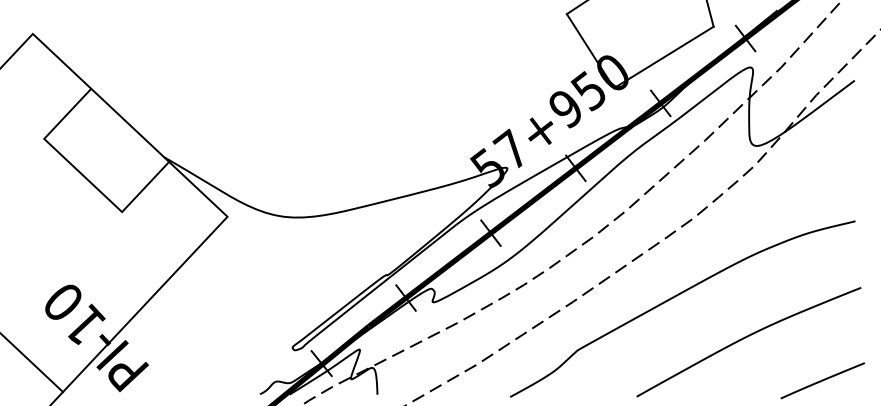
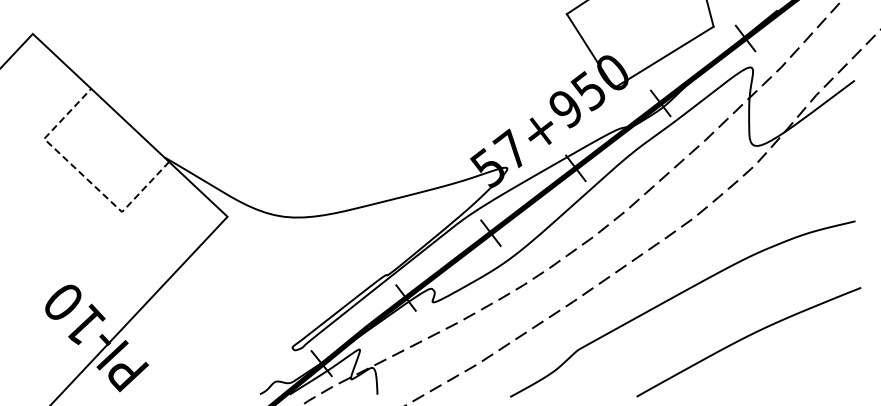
line at (82, 175): solid -> dashed
line at (32, 363): present -> none
line at (822, 380): present -> none
